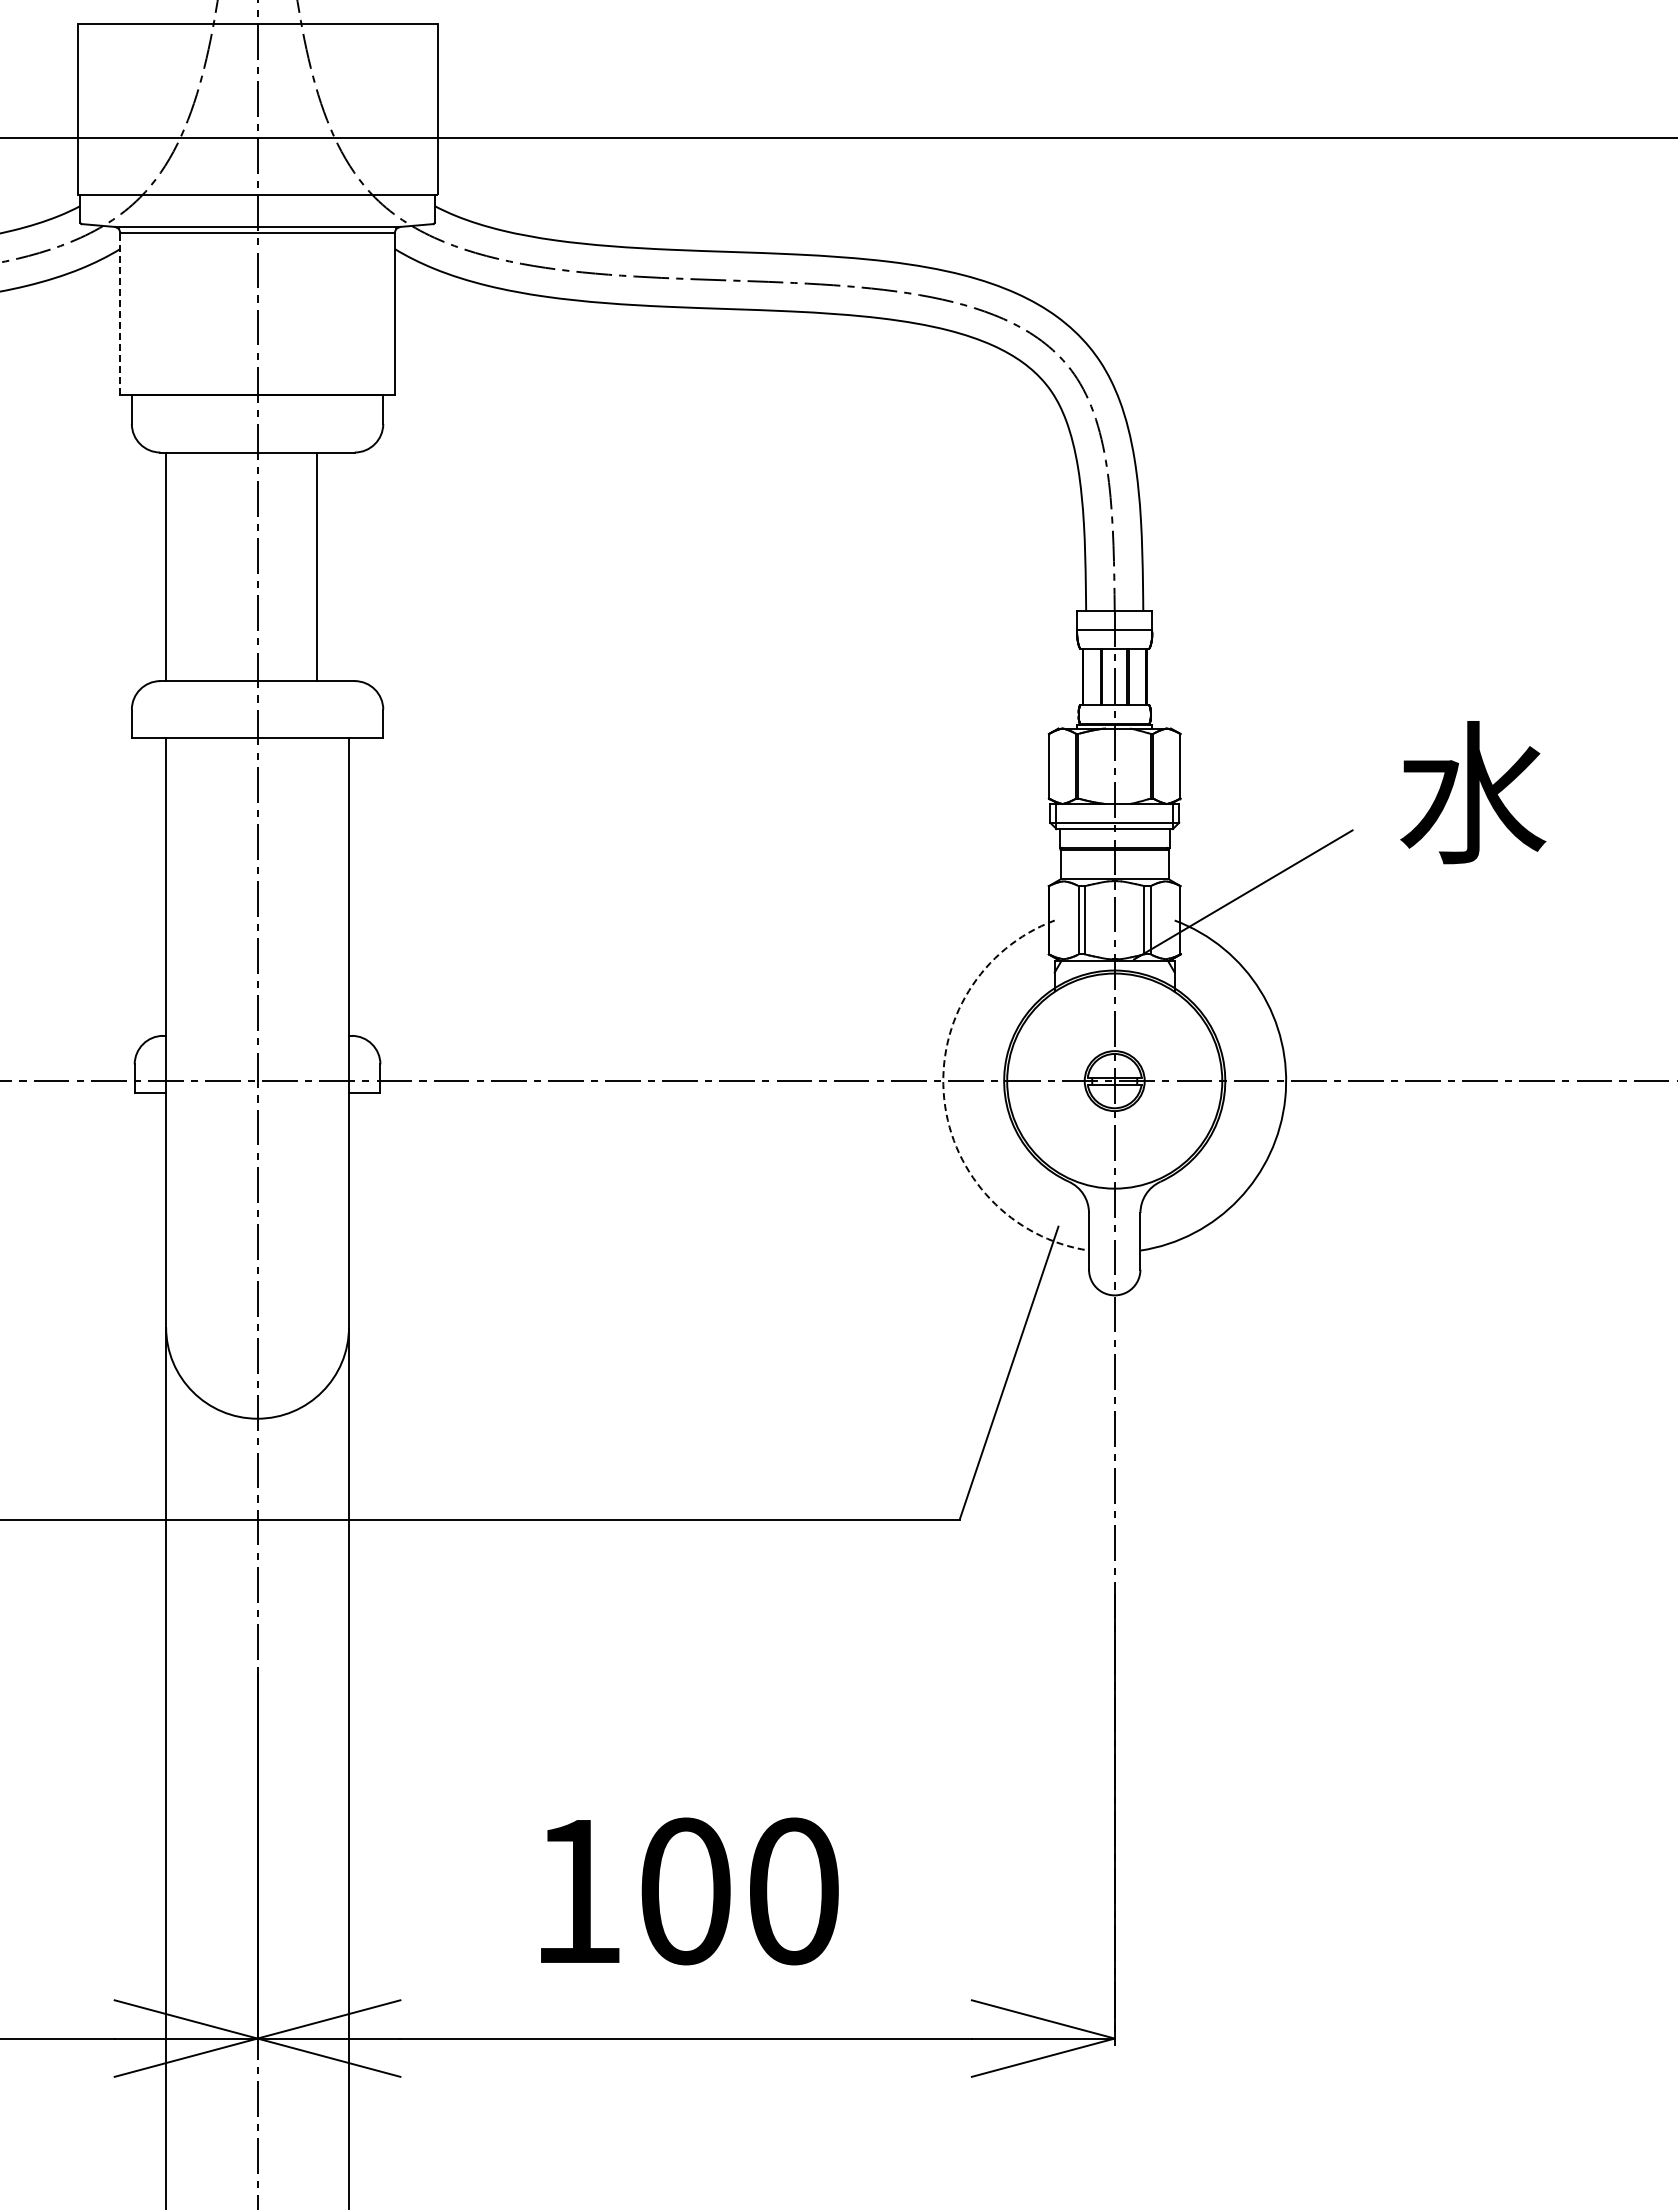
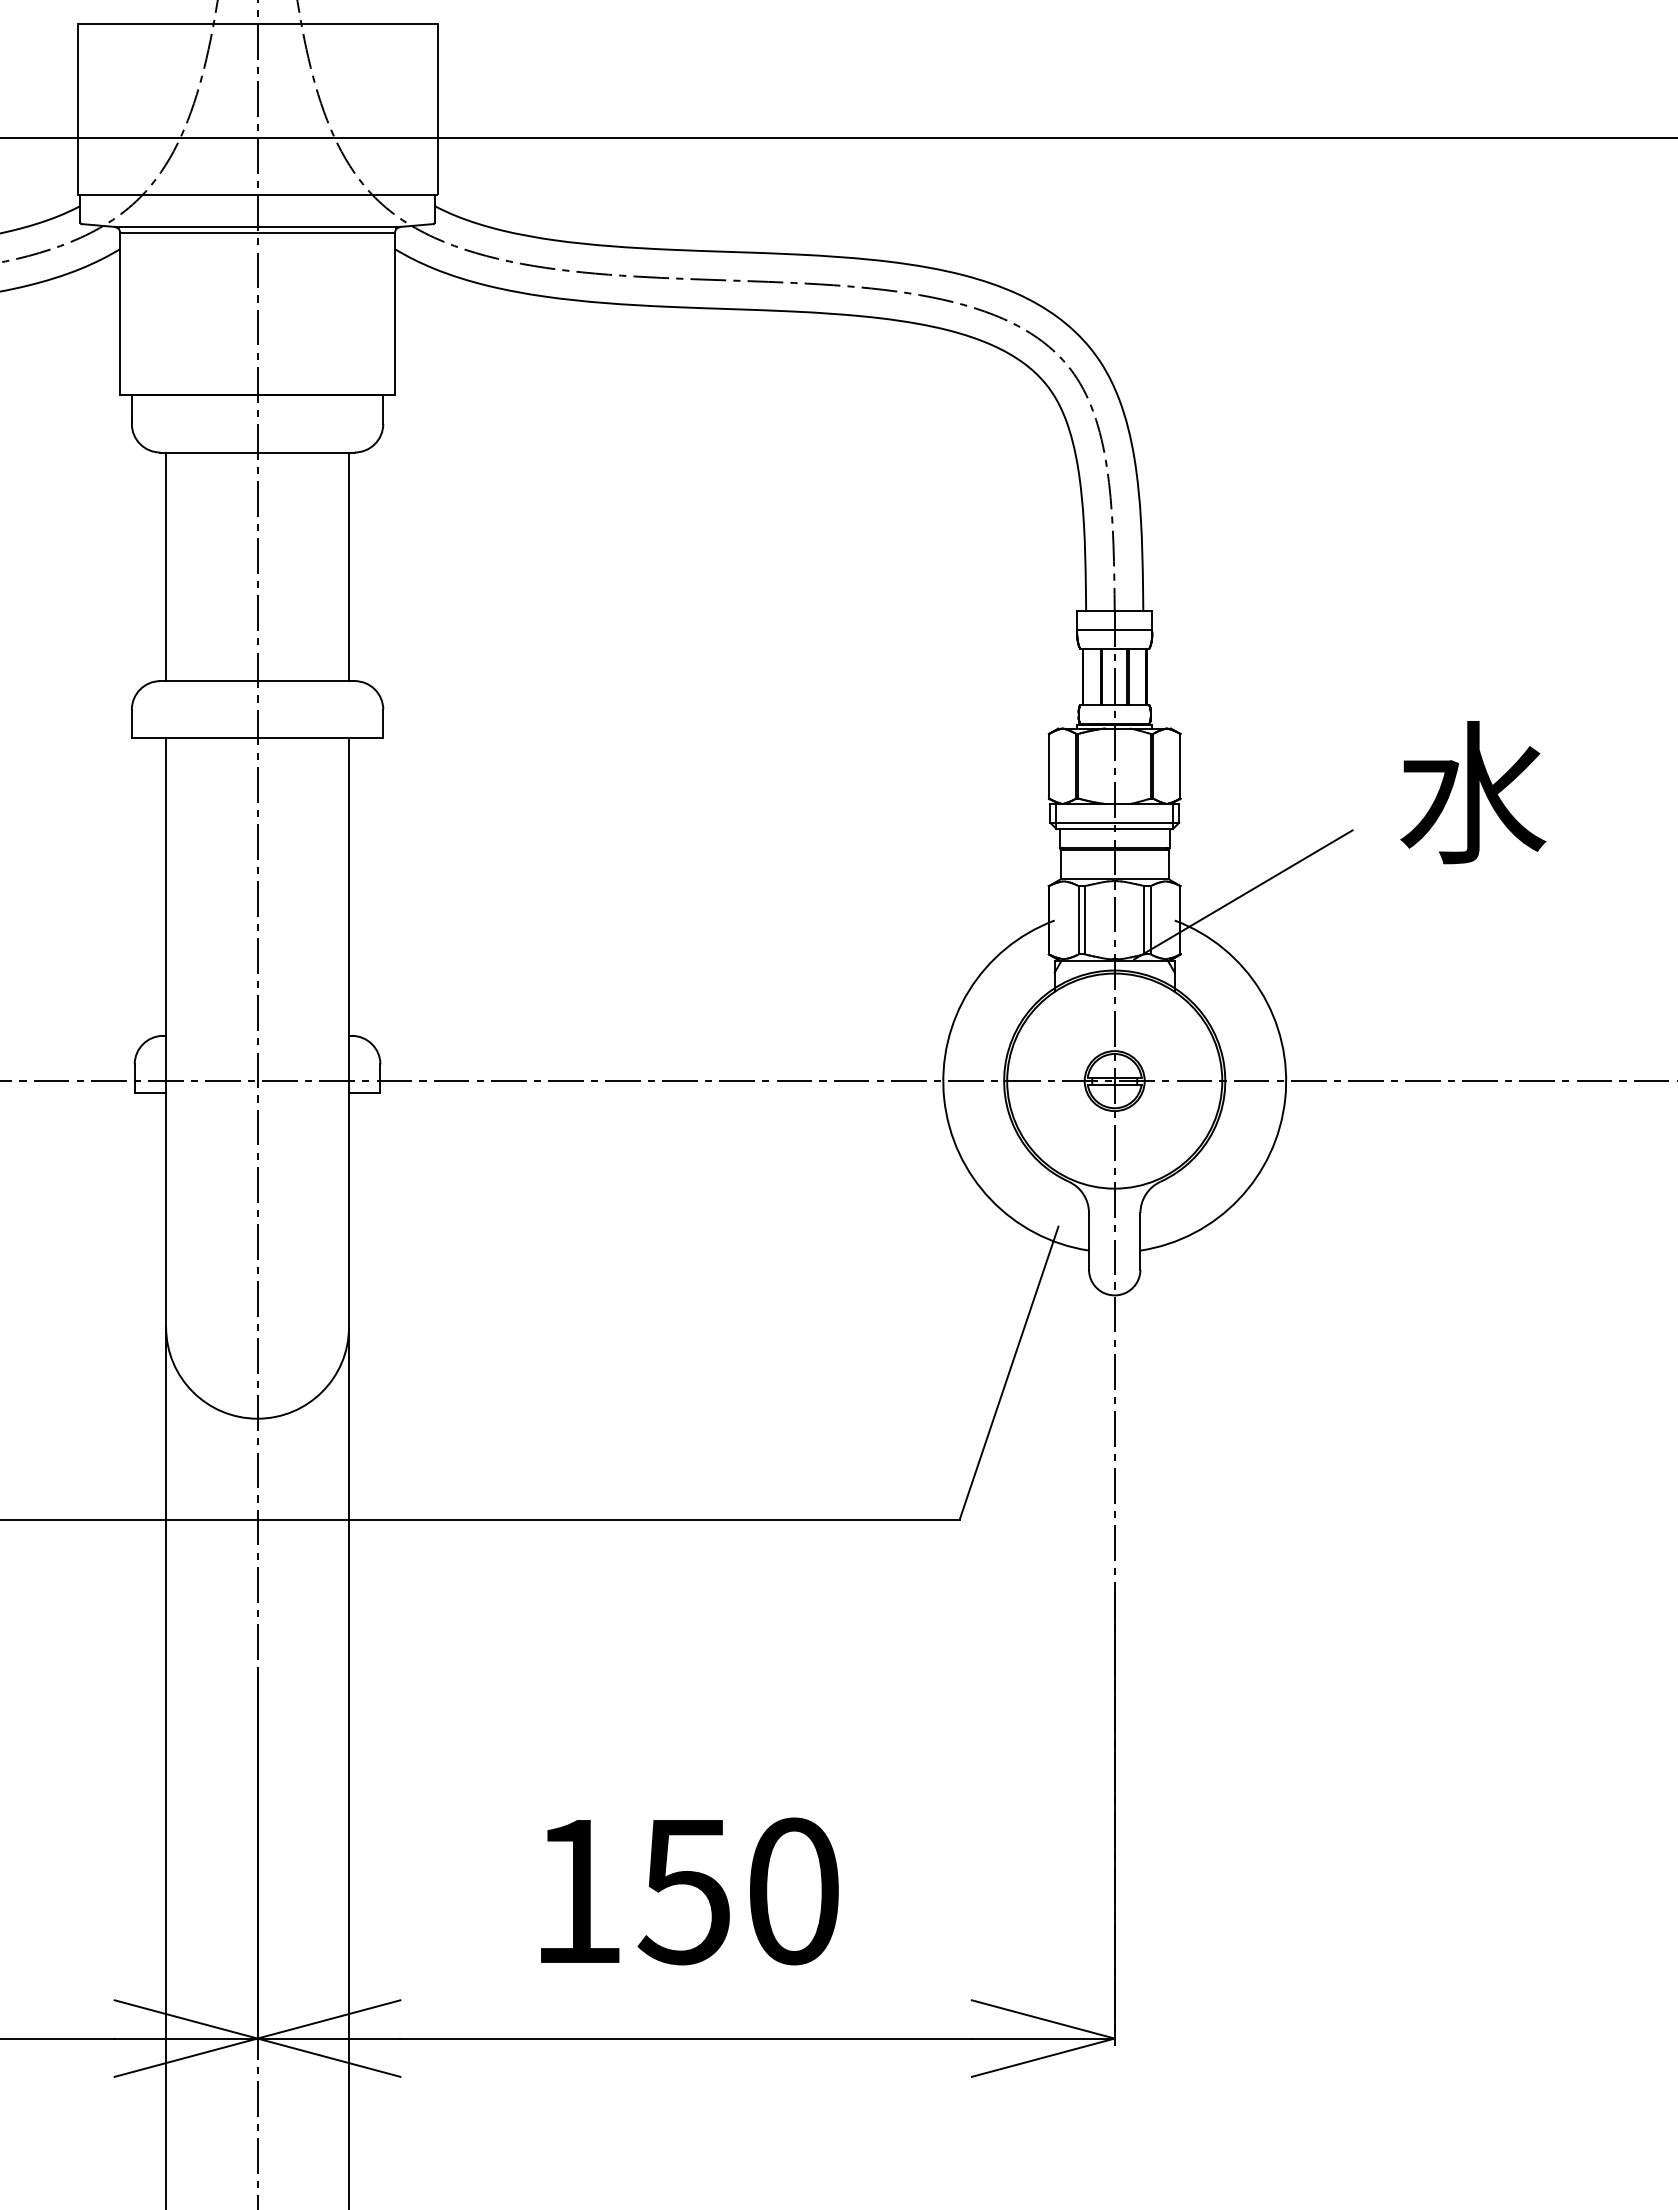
line at (120, 313): dashed -> solid
line at (316, 566) position: (316, 566) -> (348, 566)
arc at (944, 1098): dashed -> solid
text at (683, 1891): 100 -> 150
